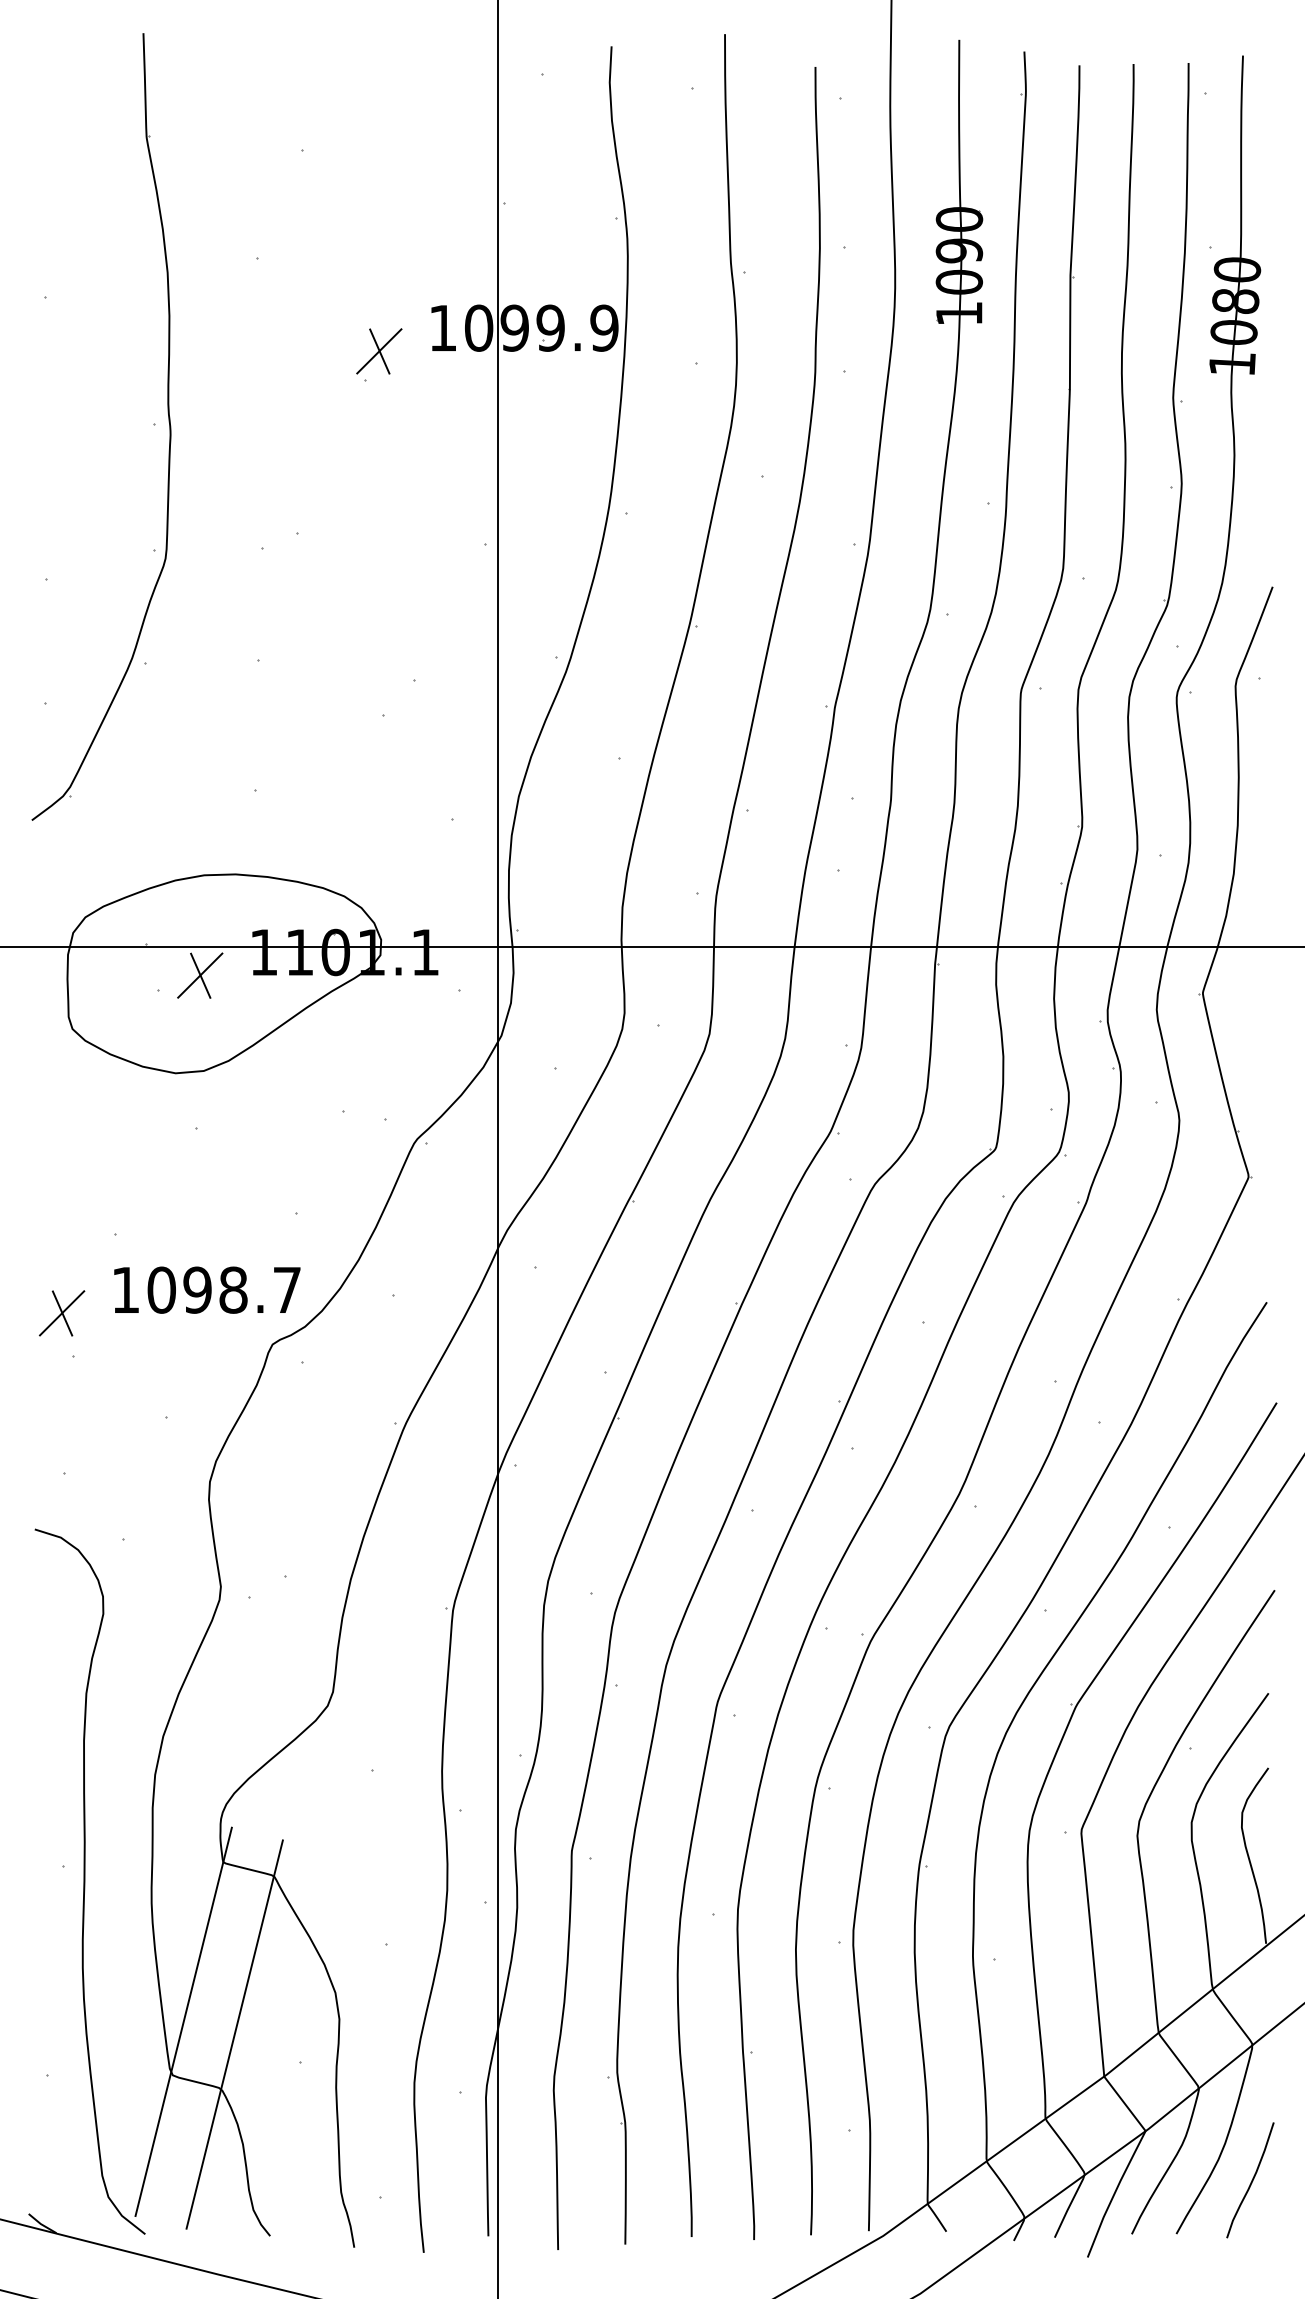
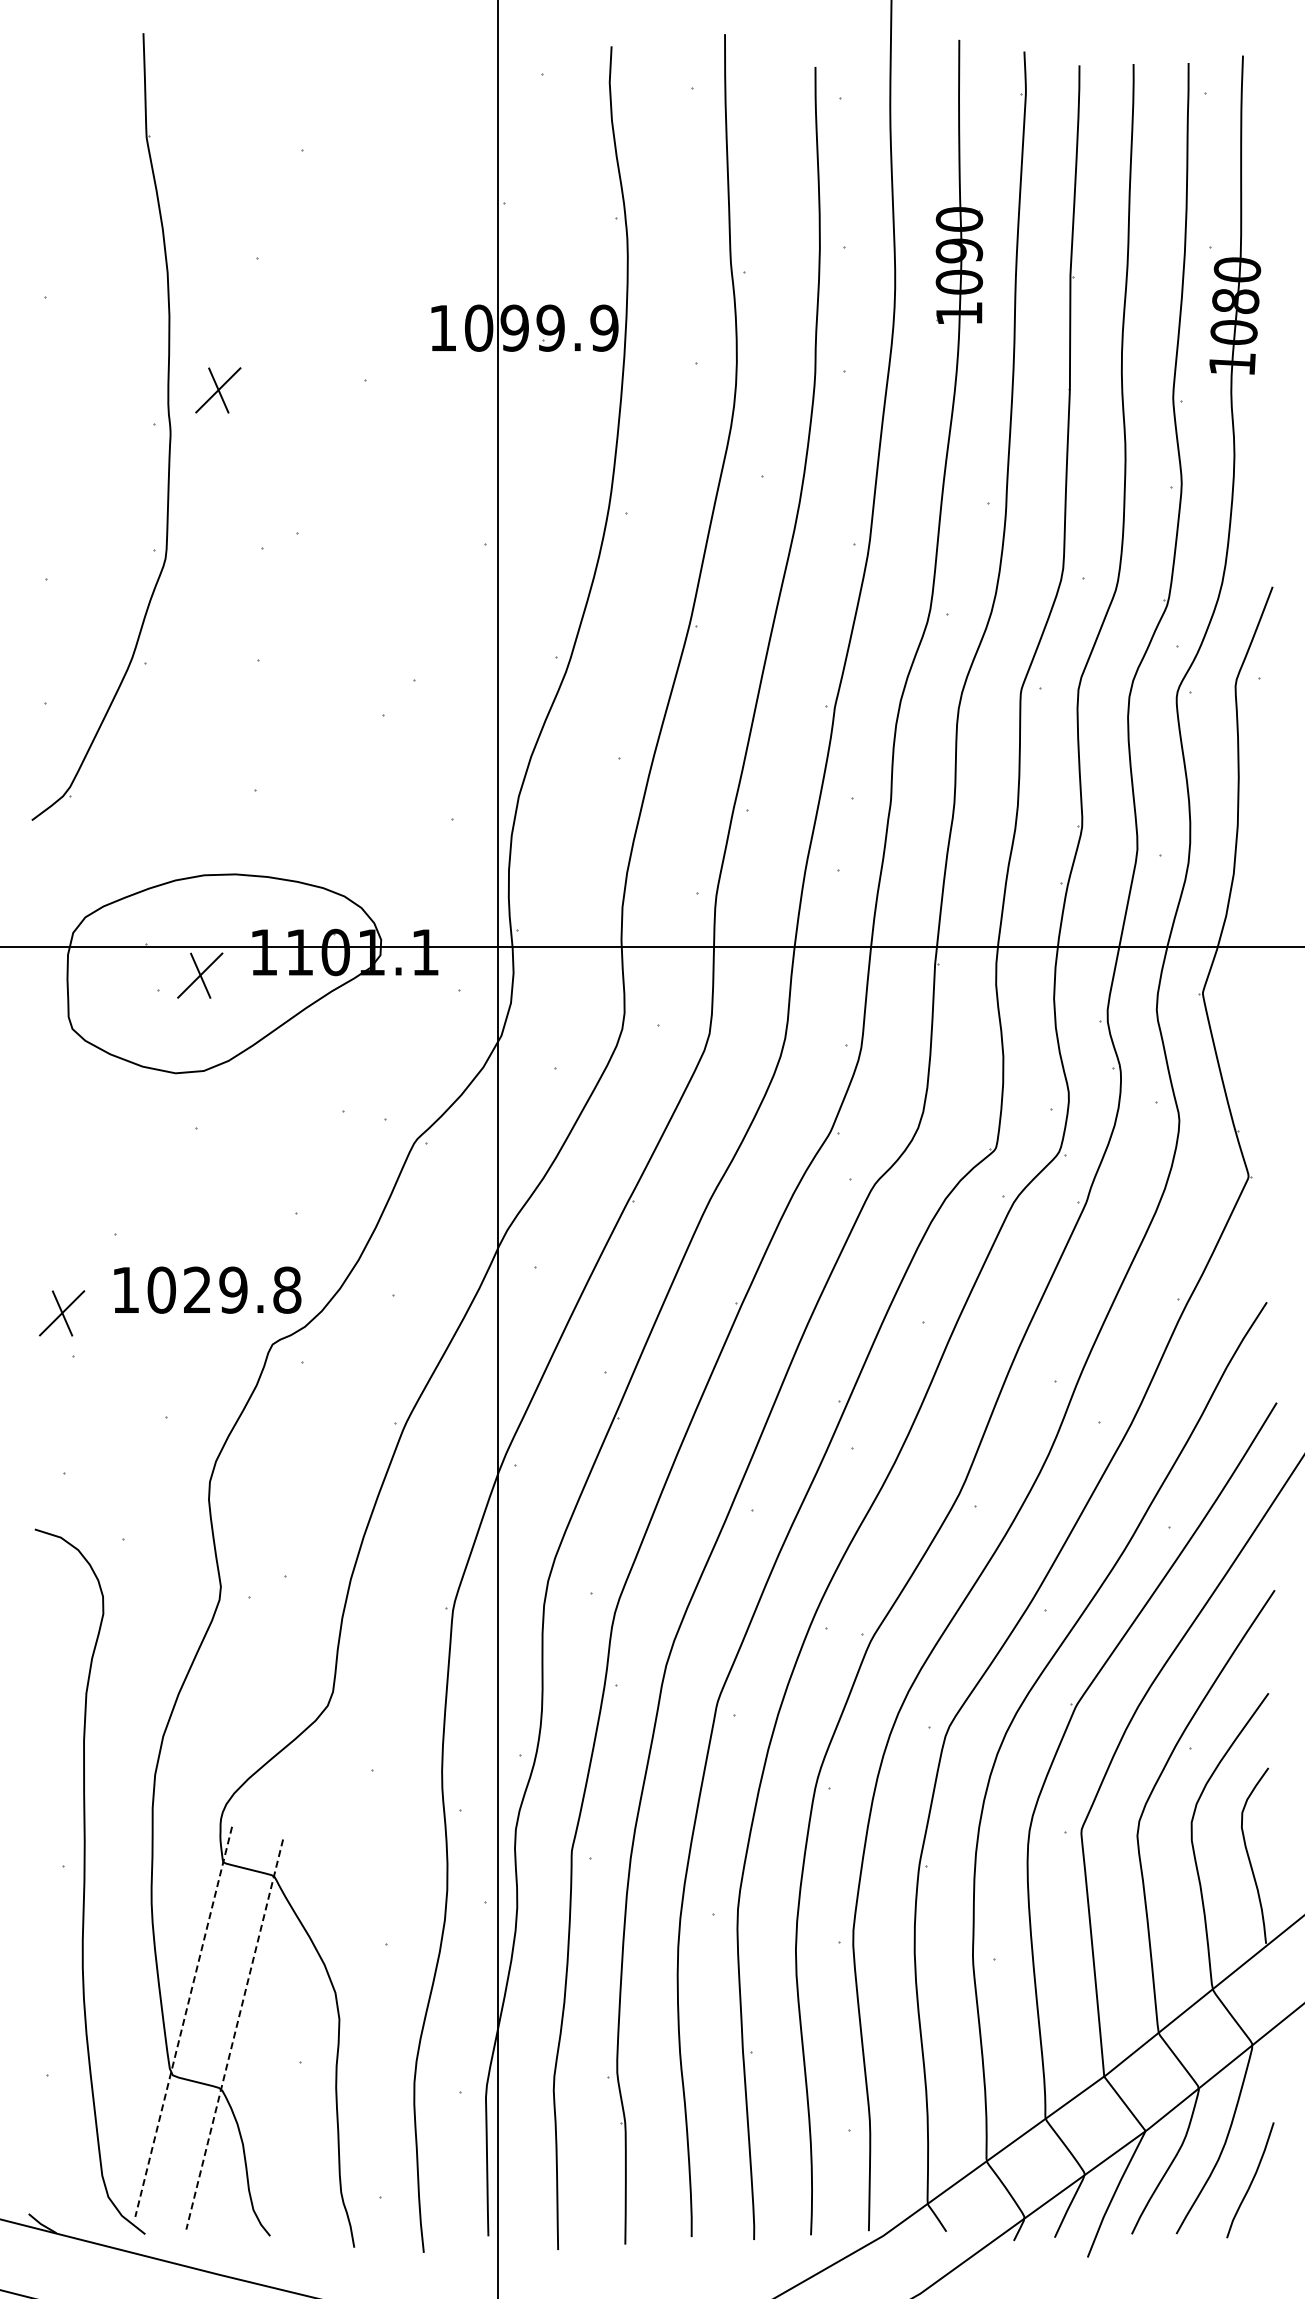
part at (379, 351) position: (379, 351) -> (218, 390)
text at (242, 1289): 1098.7 -> 1029.8
line at (183, 2021): solid -> dashed
line at (234, 2034): solid -> dashed
